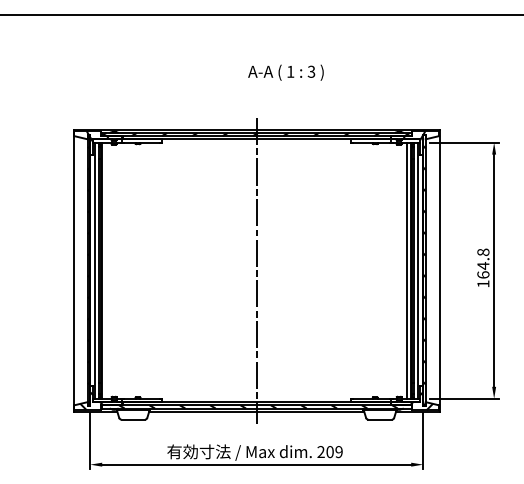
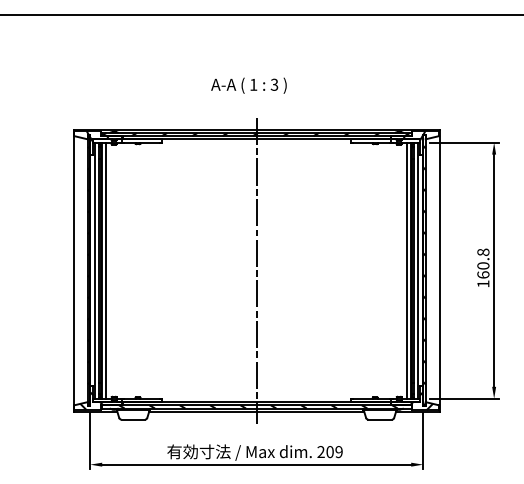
text at (285, 72) position: (285, 72) -> (248, 85)
text at (483, 266): 164.8 -> 160.8
line at (106, 270): none -> present
